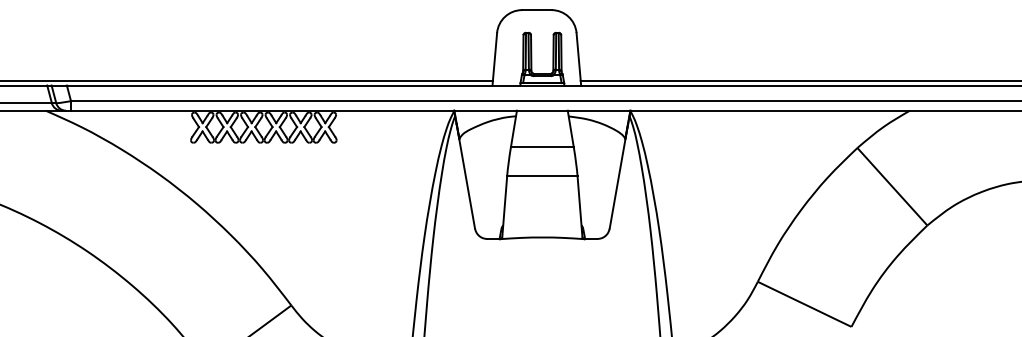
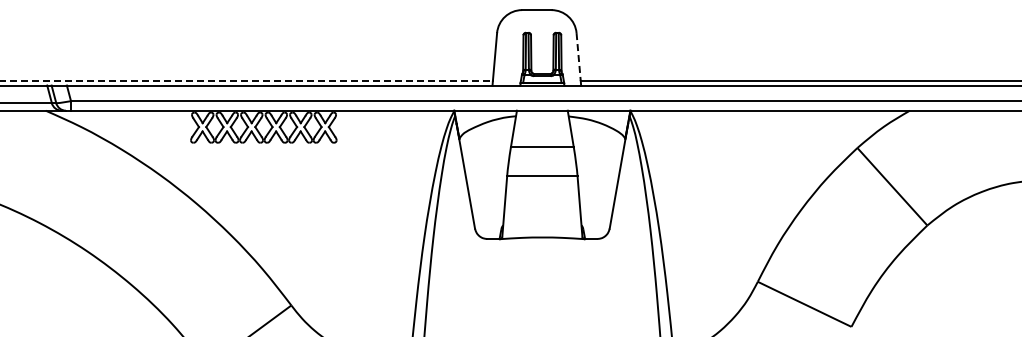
line at (578, 56): solid -> dashed
line at (247, 80): solid -> dashed
